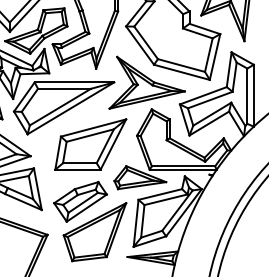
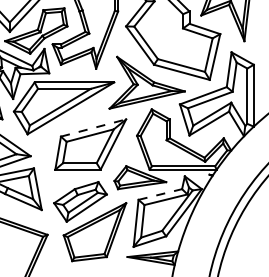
line at (93, 128): solid -> dashed
line at (160, 194): solid -> dashed
